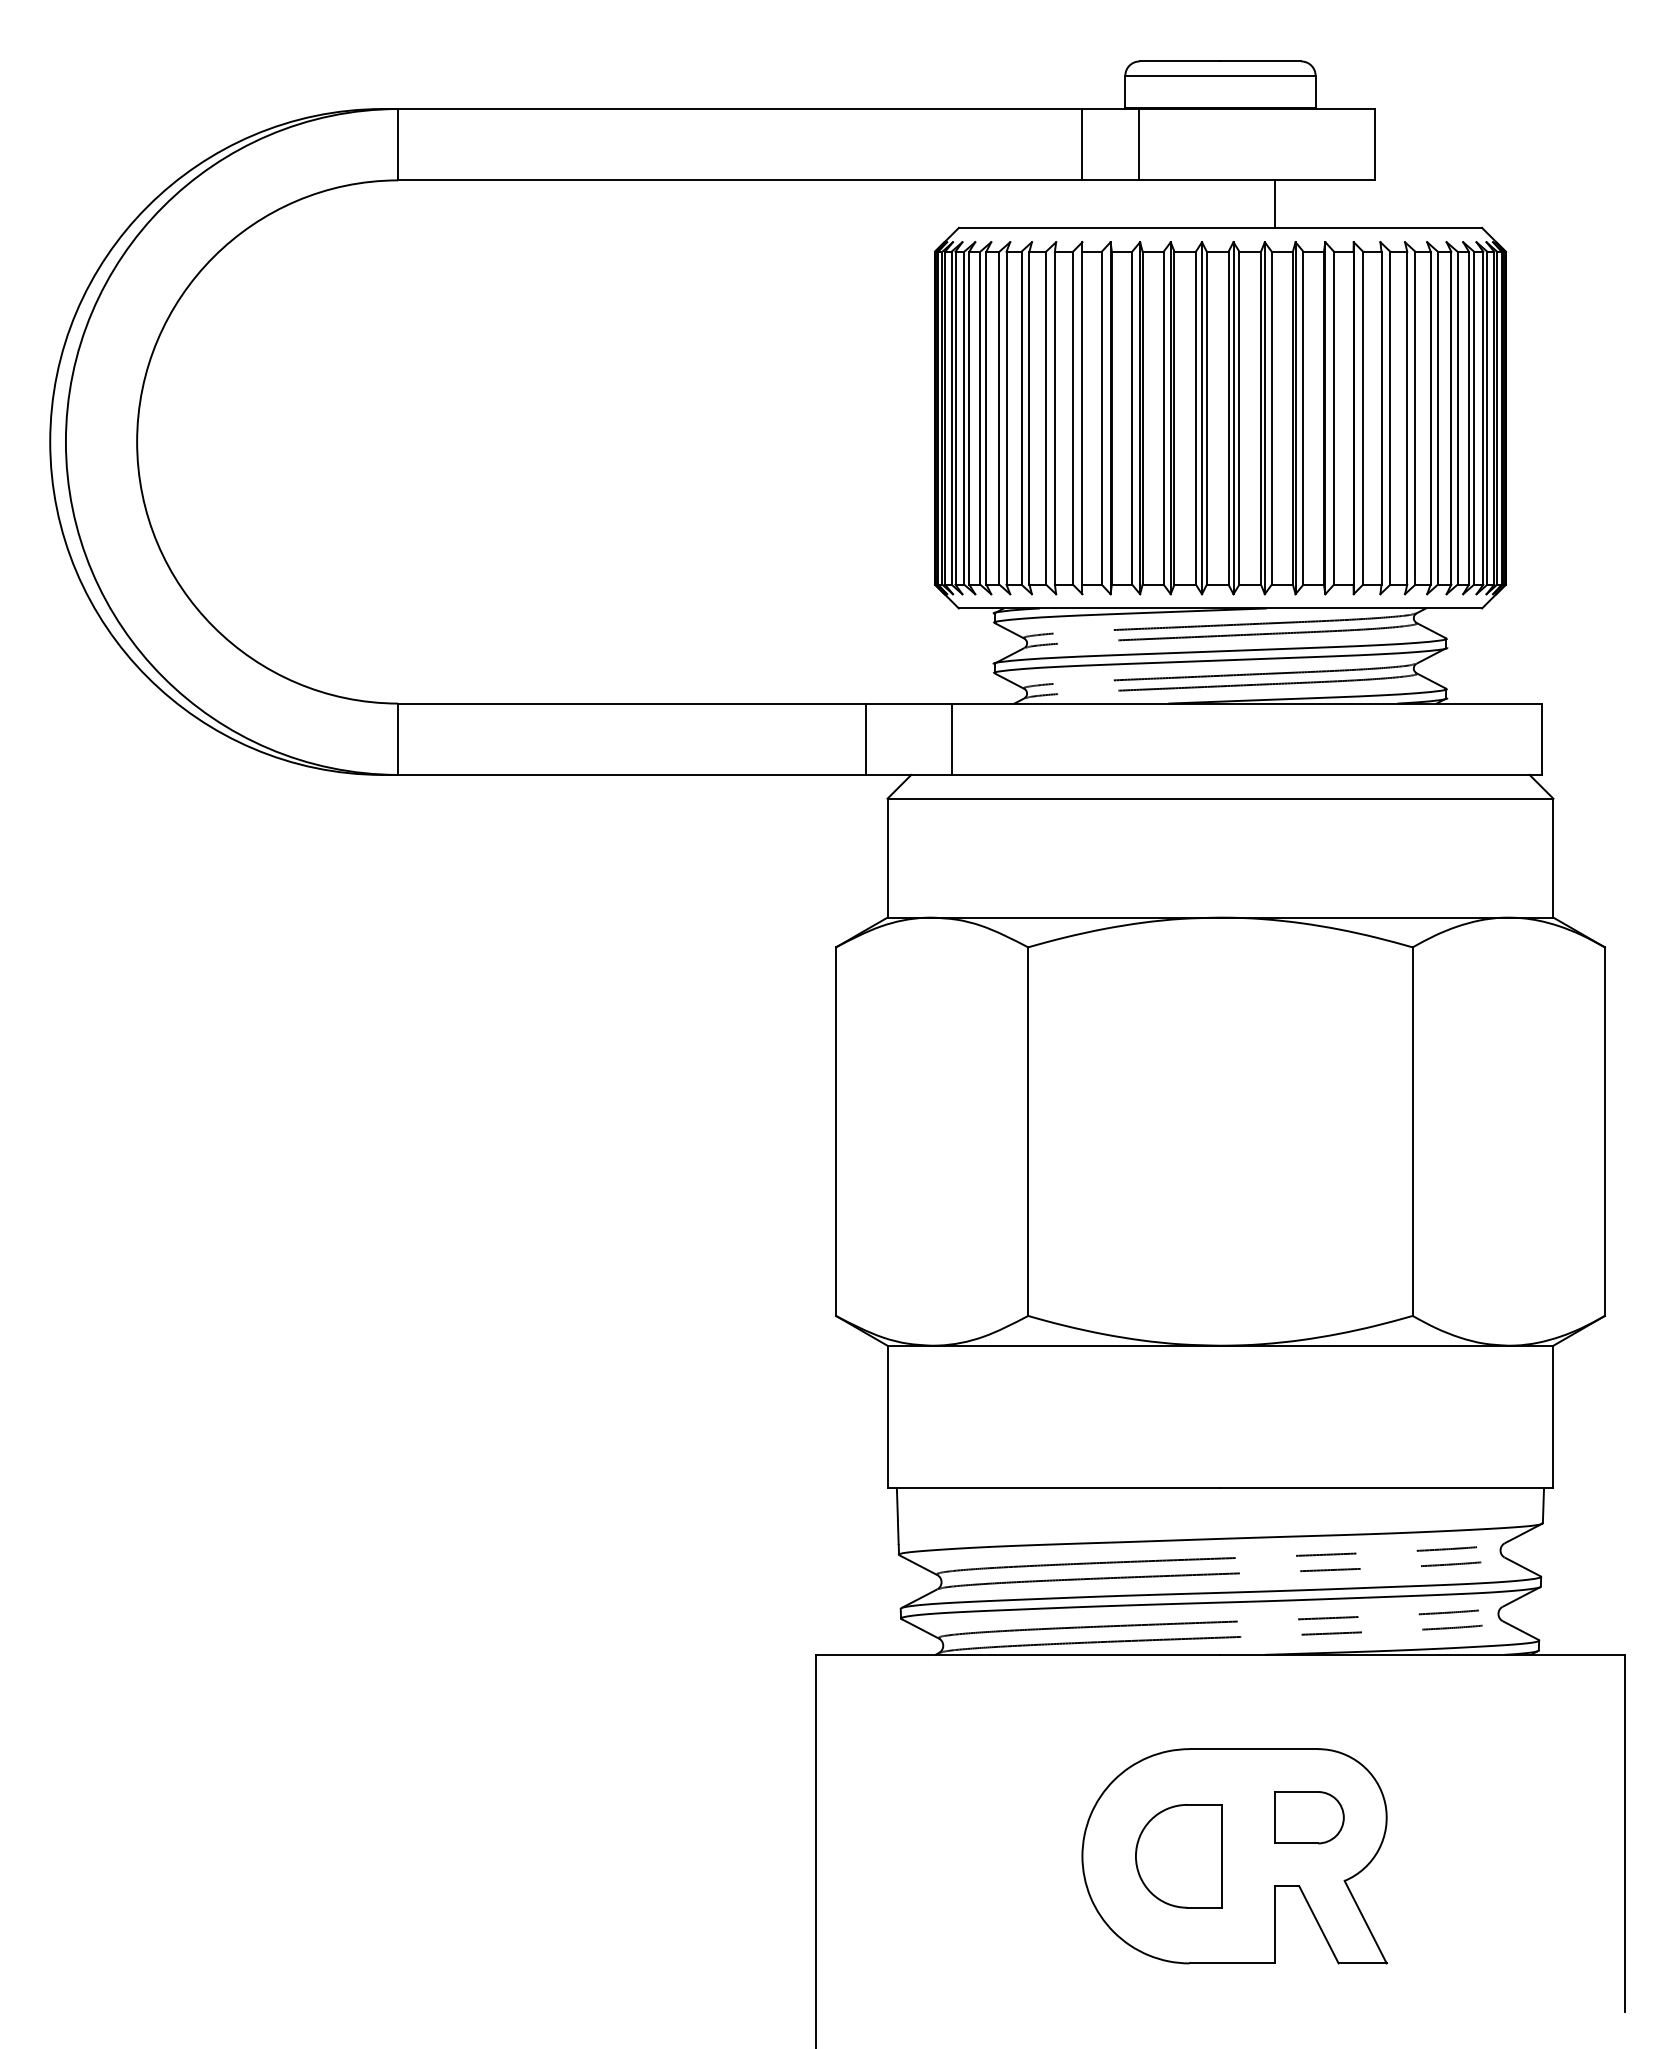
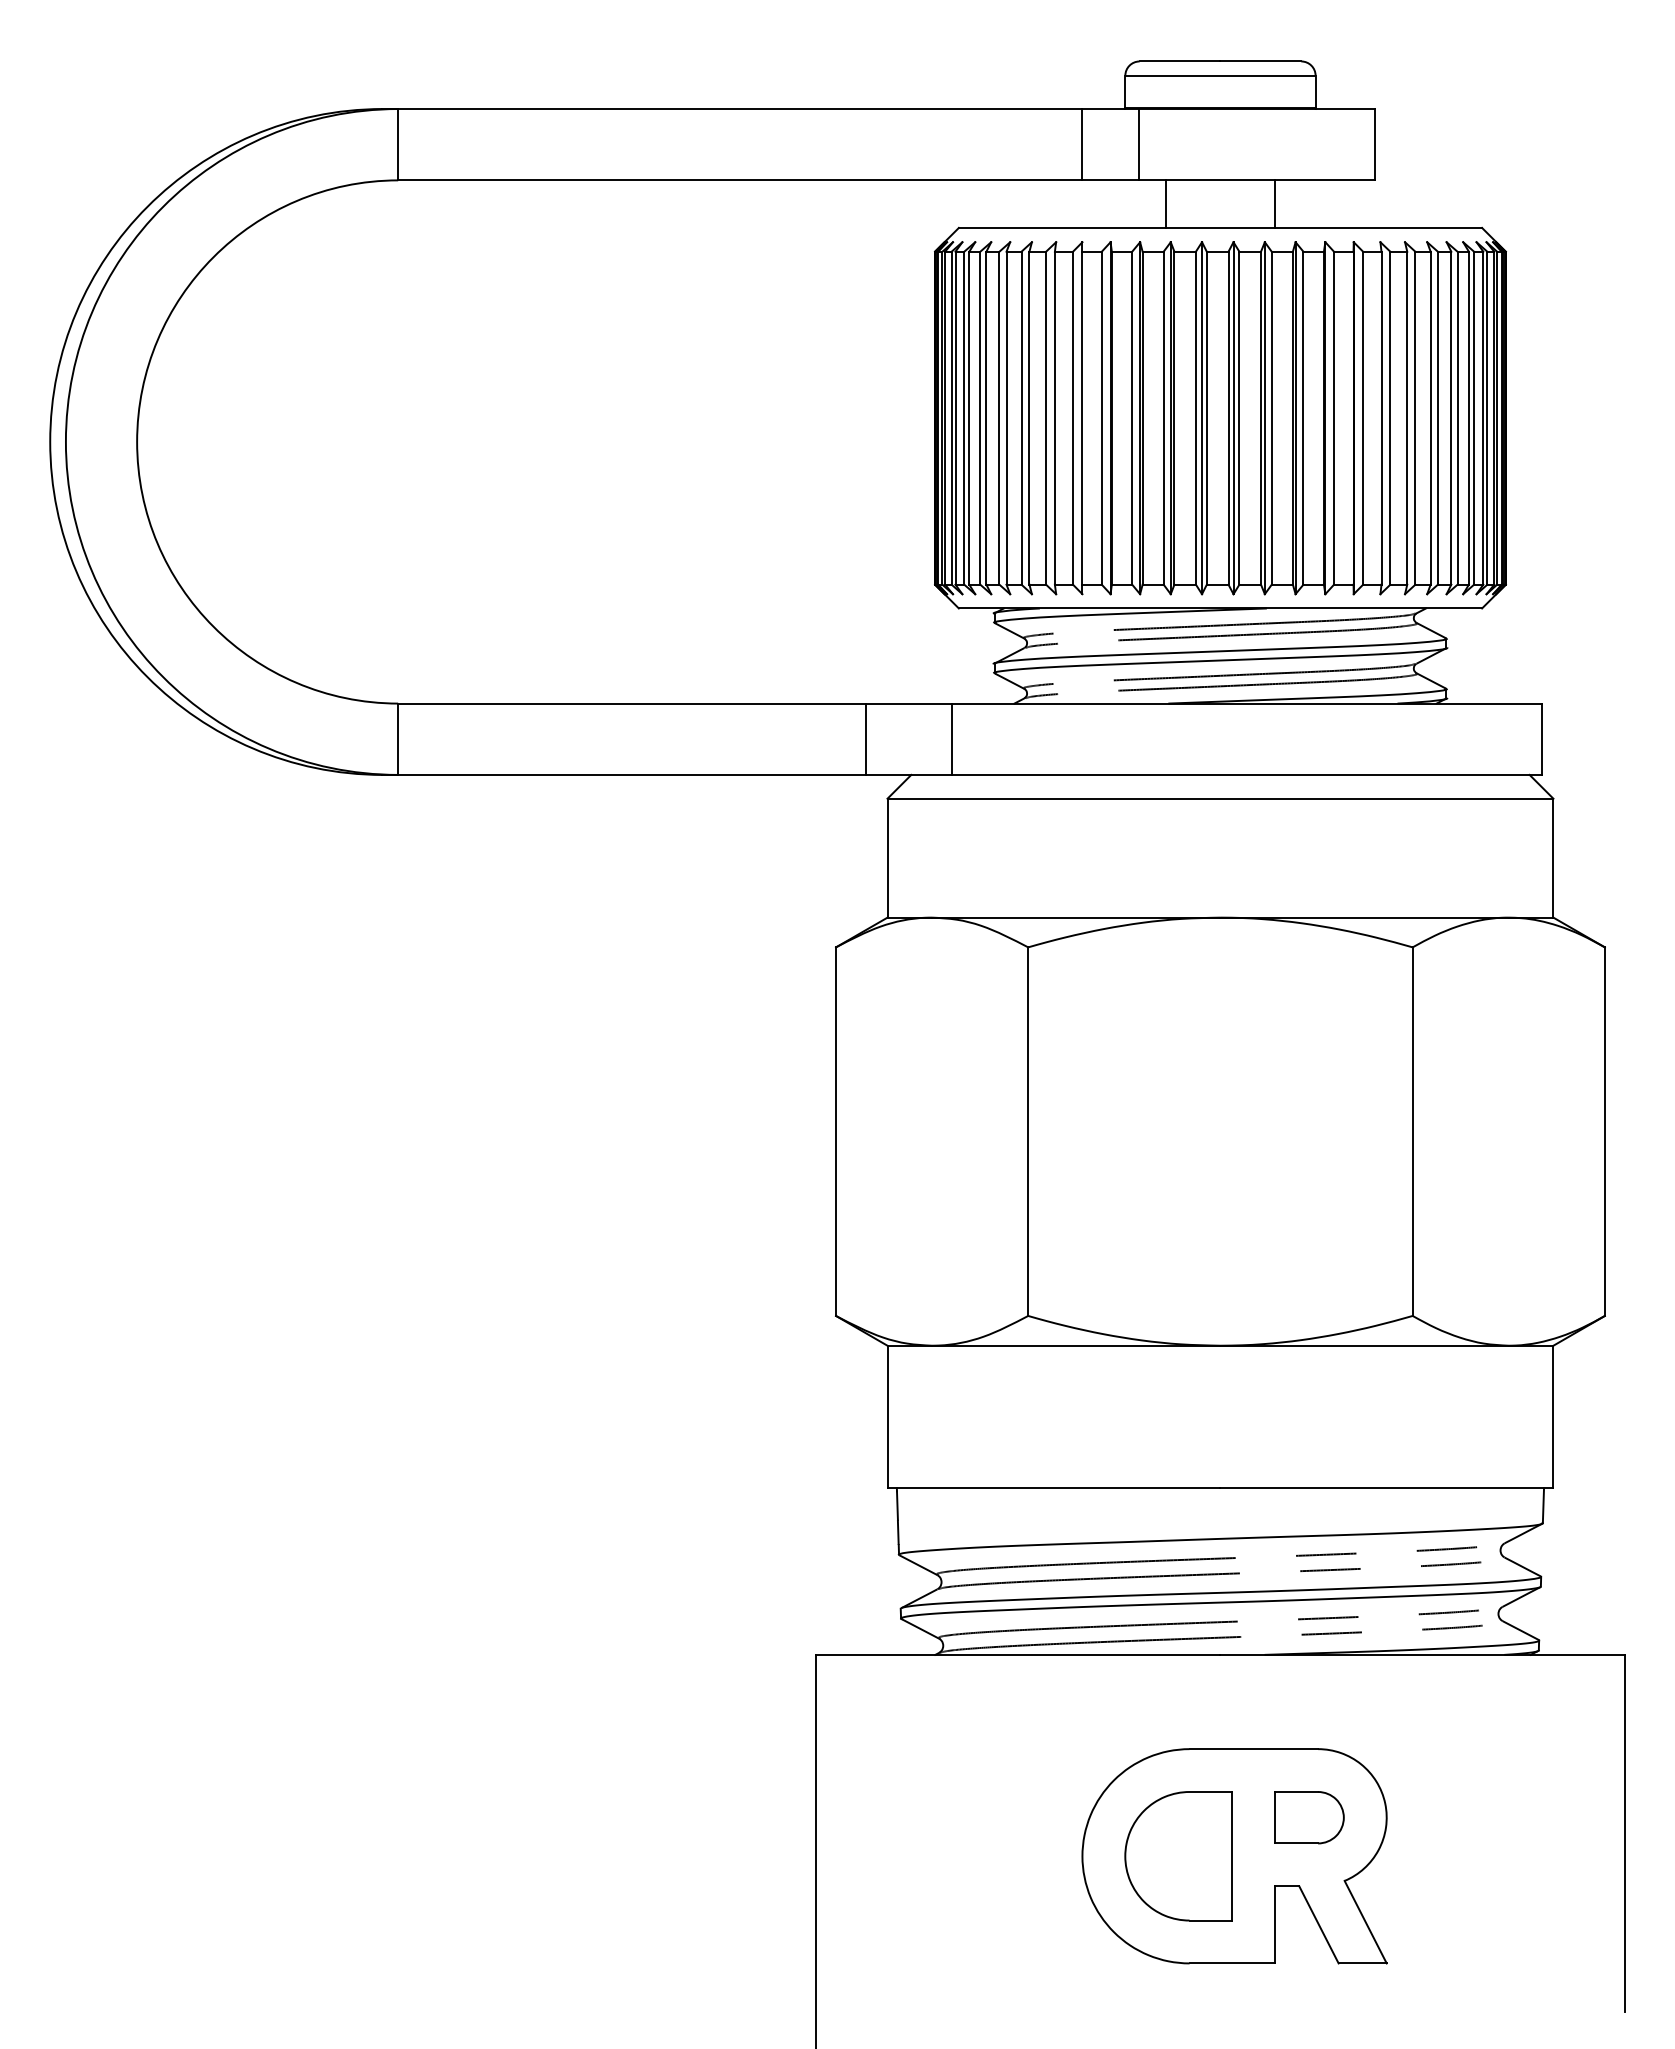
line at (1165, 203): none -> present
part at (1178, 1856) size: 88x105 px -> 109x131 px
